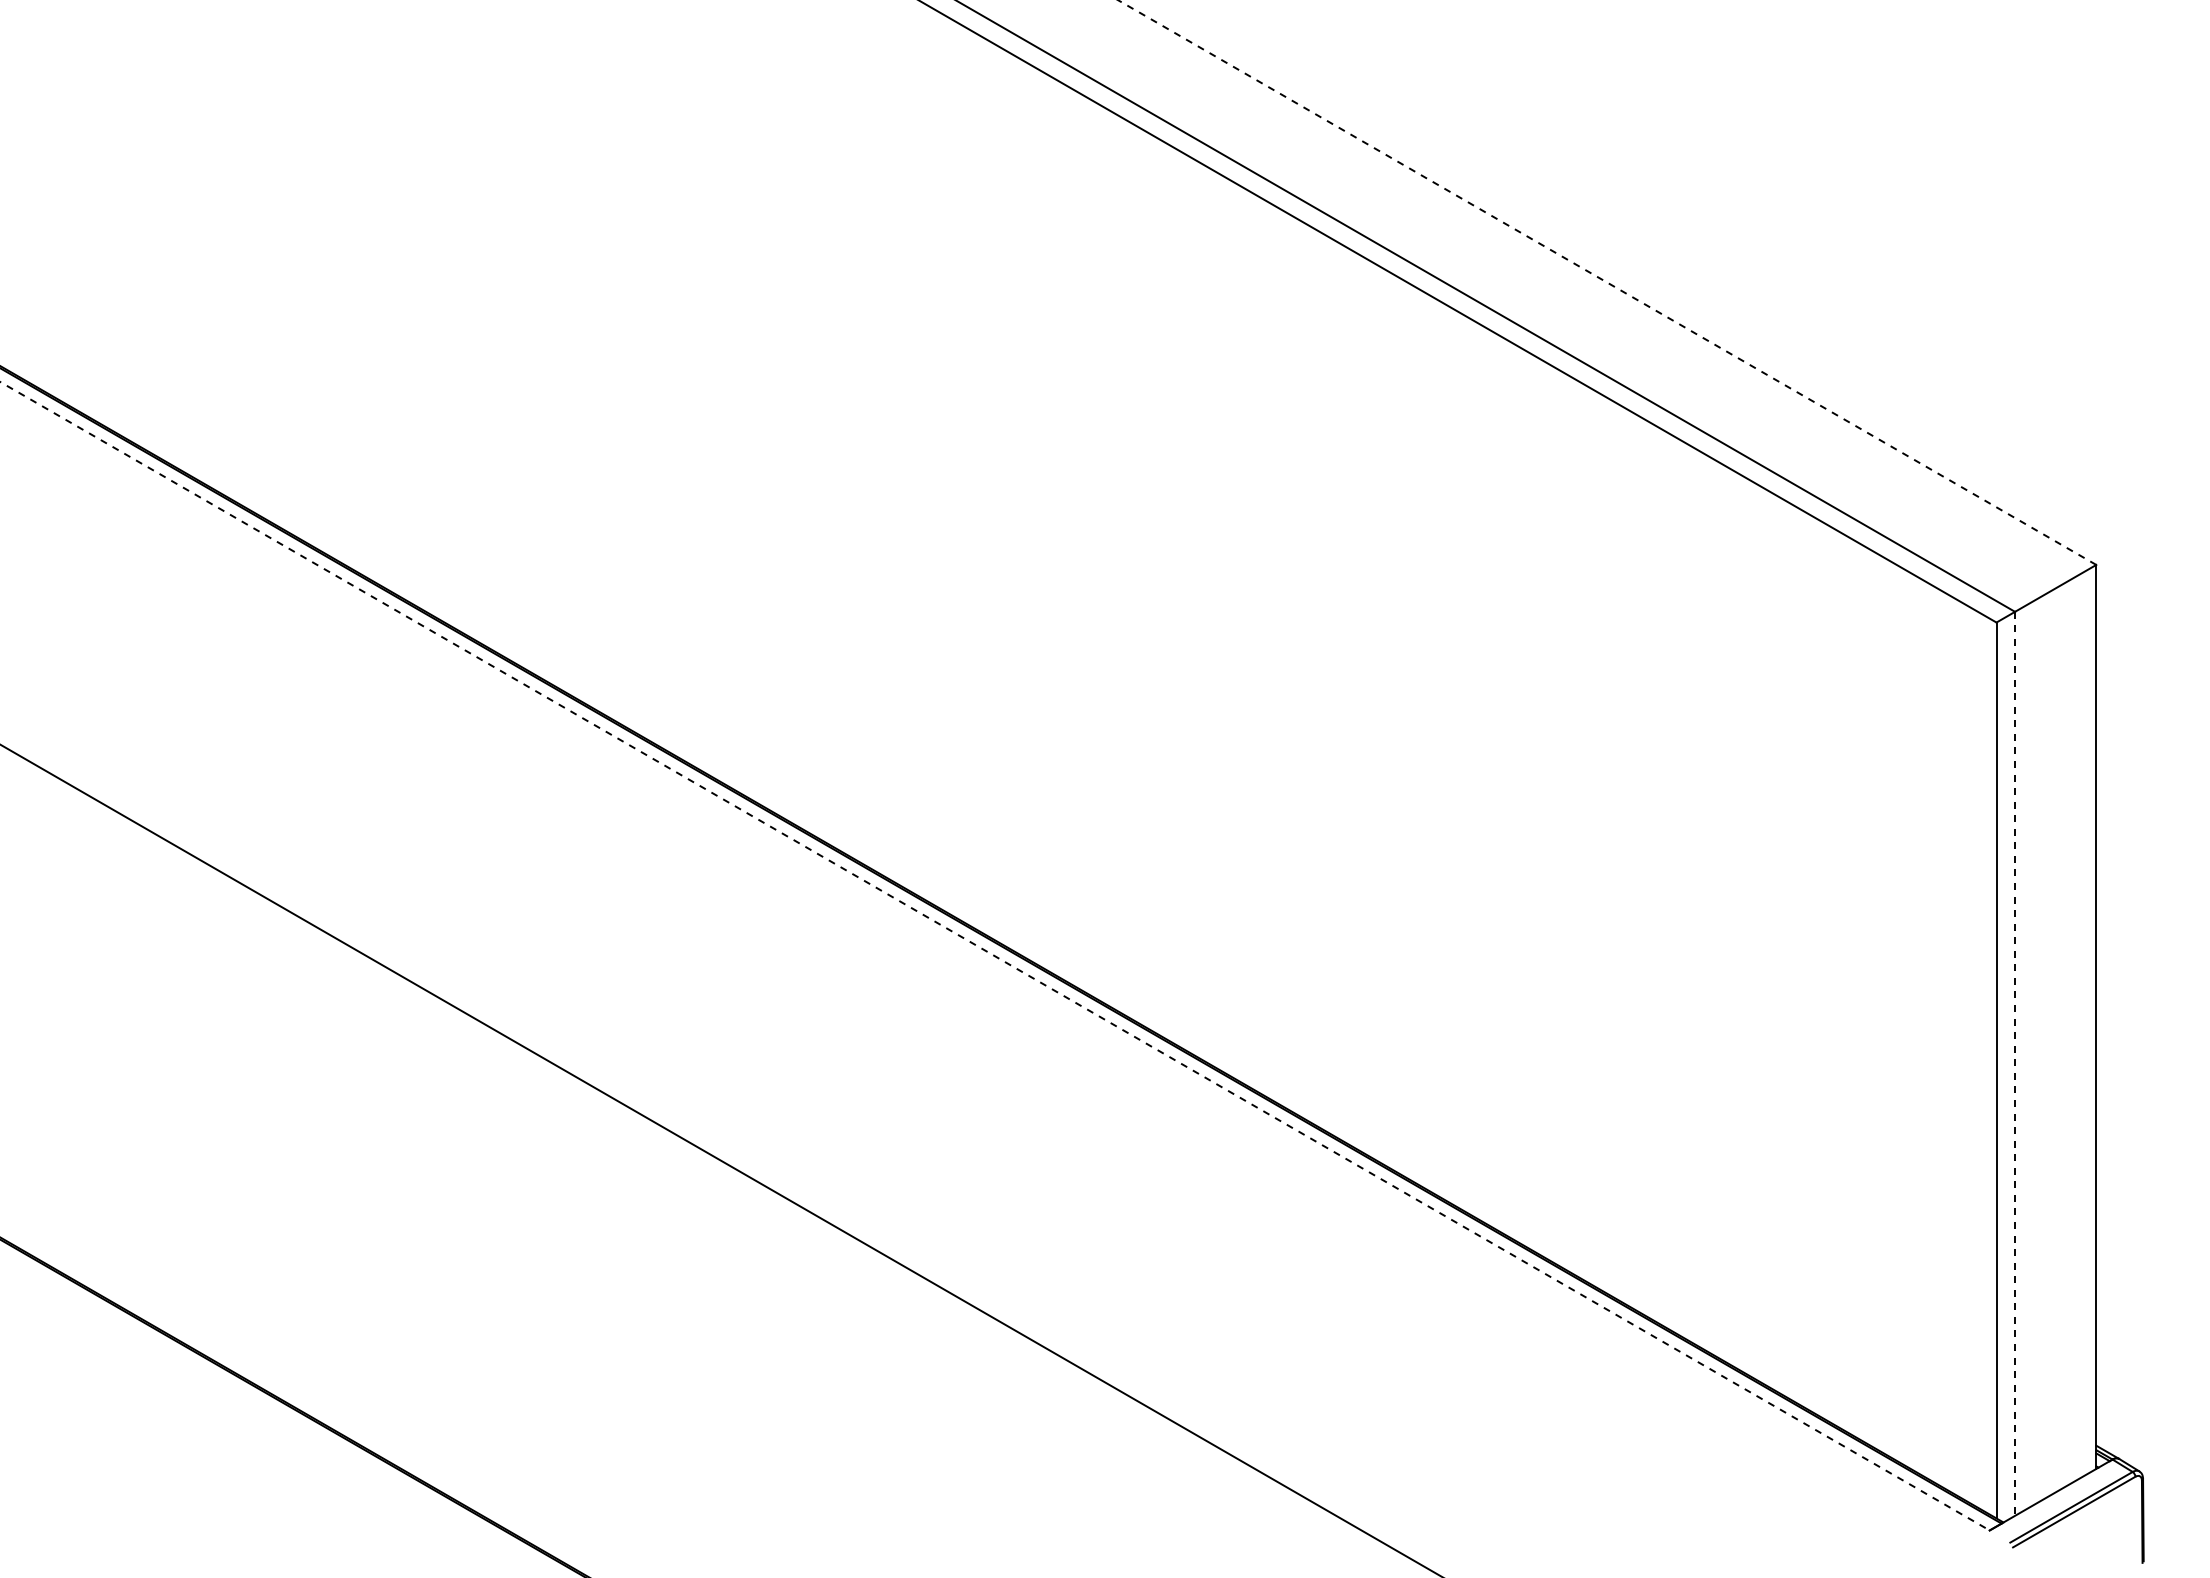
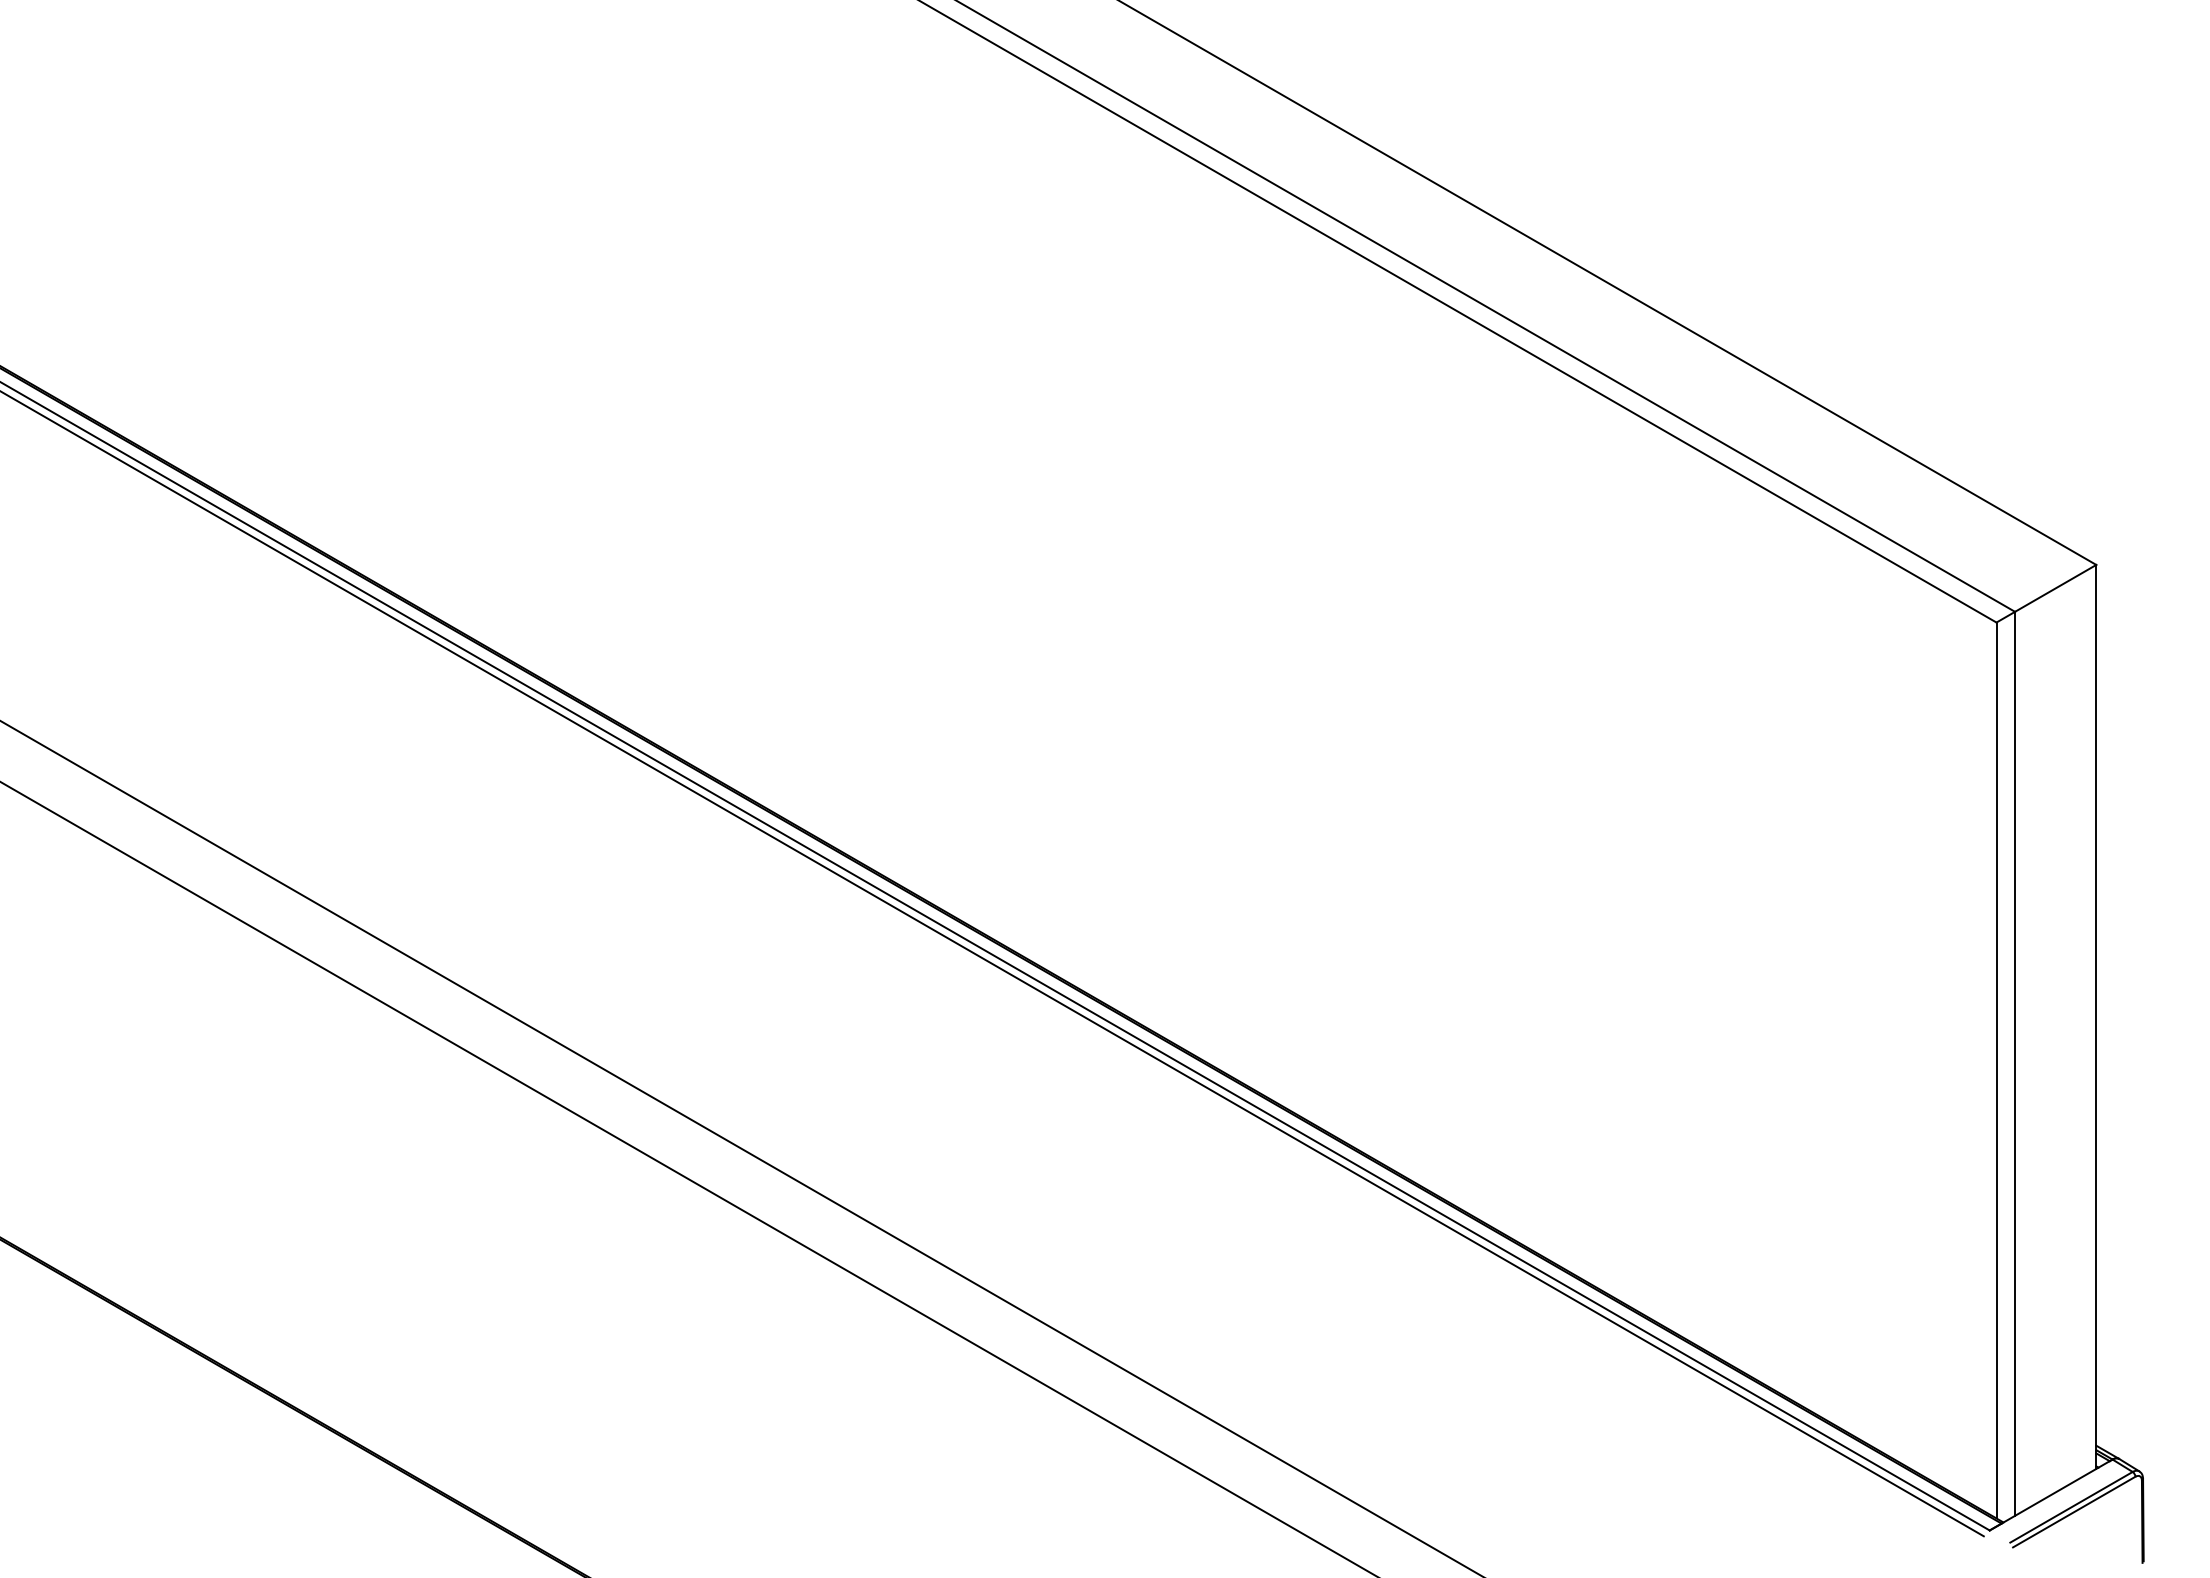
line at (1607, 282): dashed -> solid
line at (995, 956): dashed -> solid
line at (992, 964): none -> present
line at (2015, 1064): dashed -> solid
line at (720, 1159) position: (720, 1159) -> (740, 1147)
line at (687, 1178): none -> present
